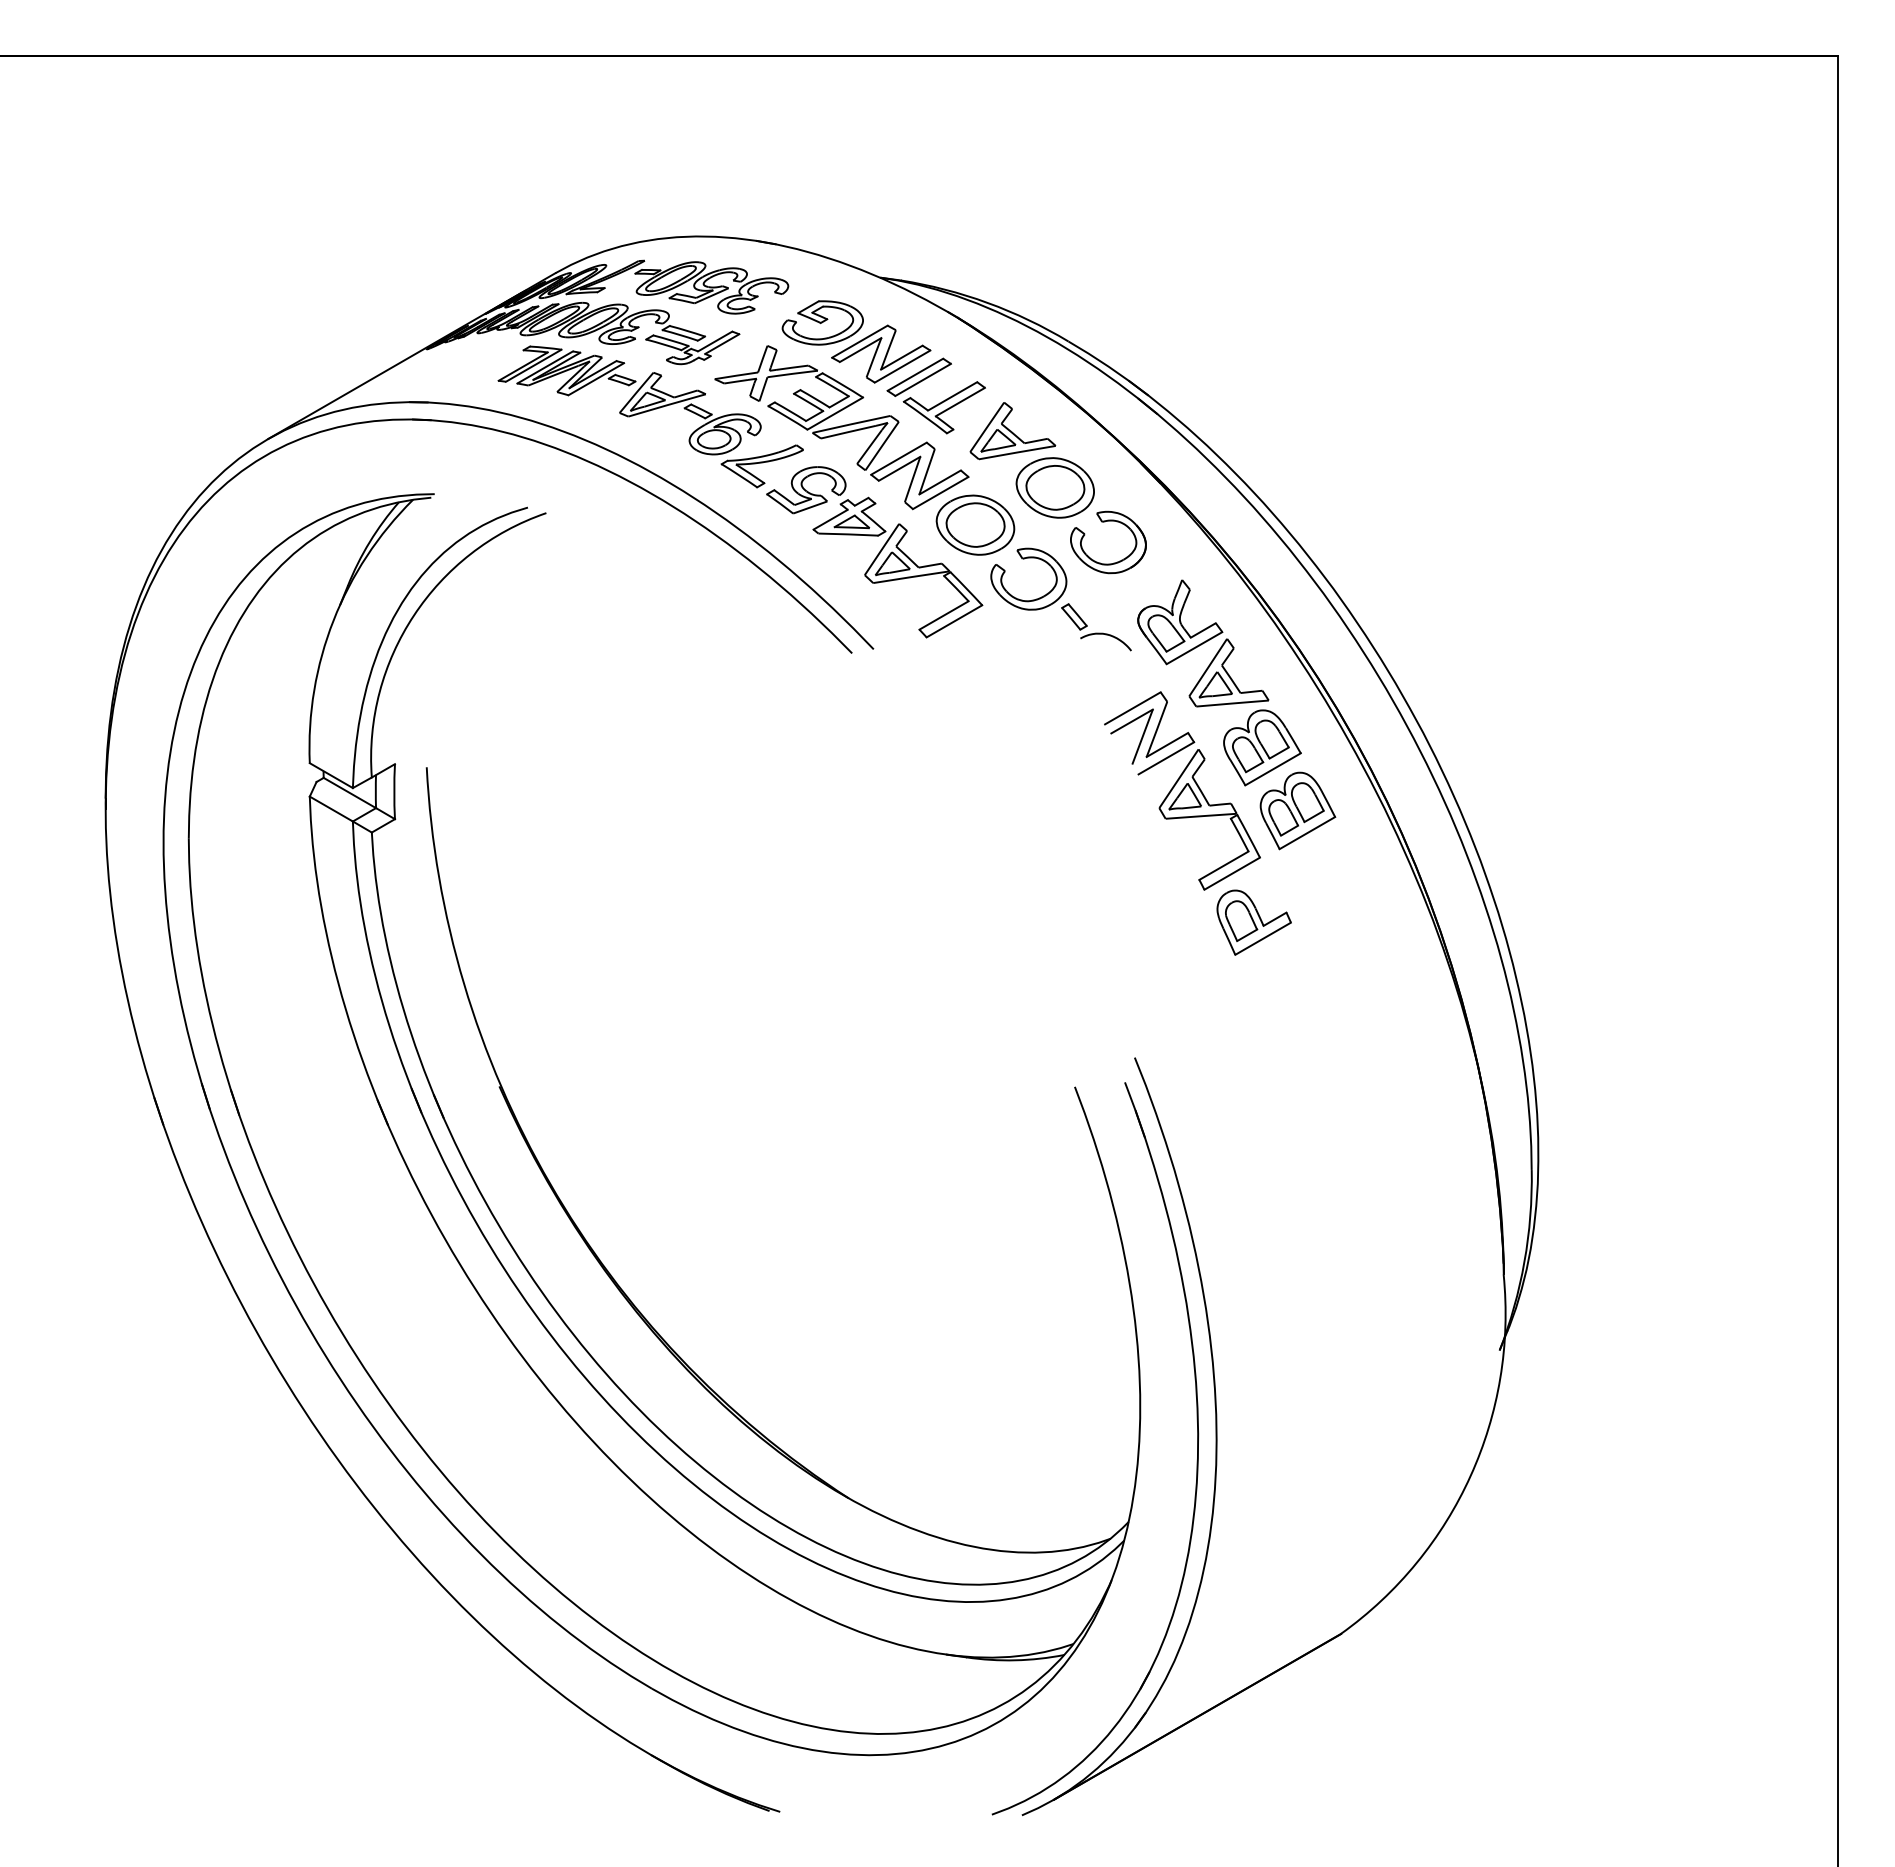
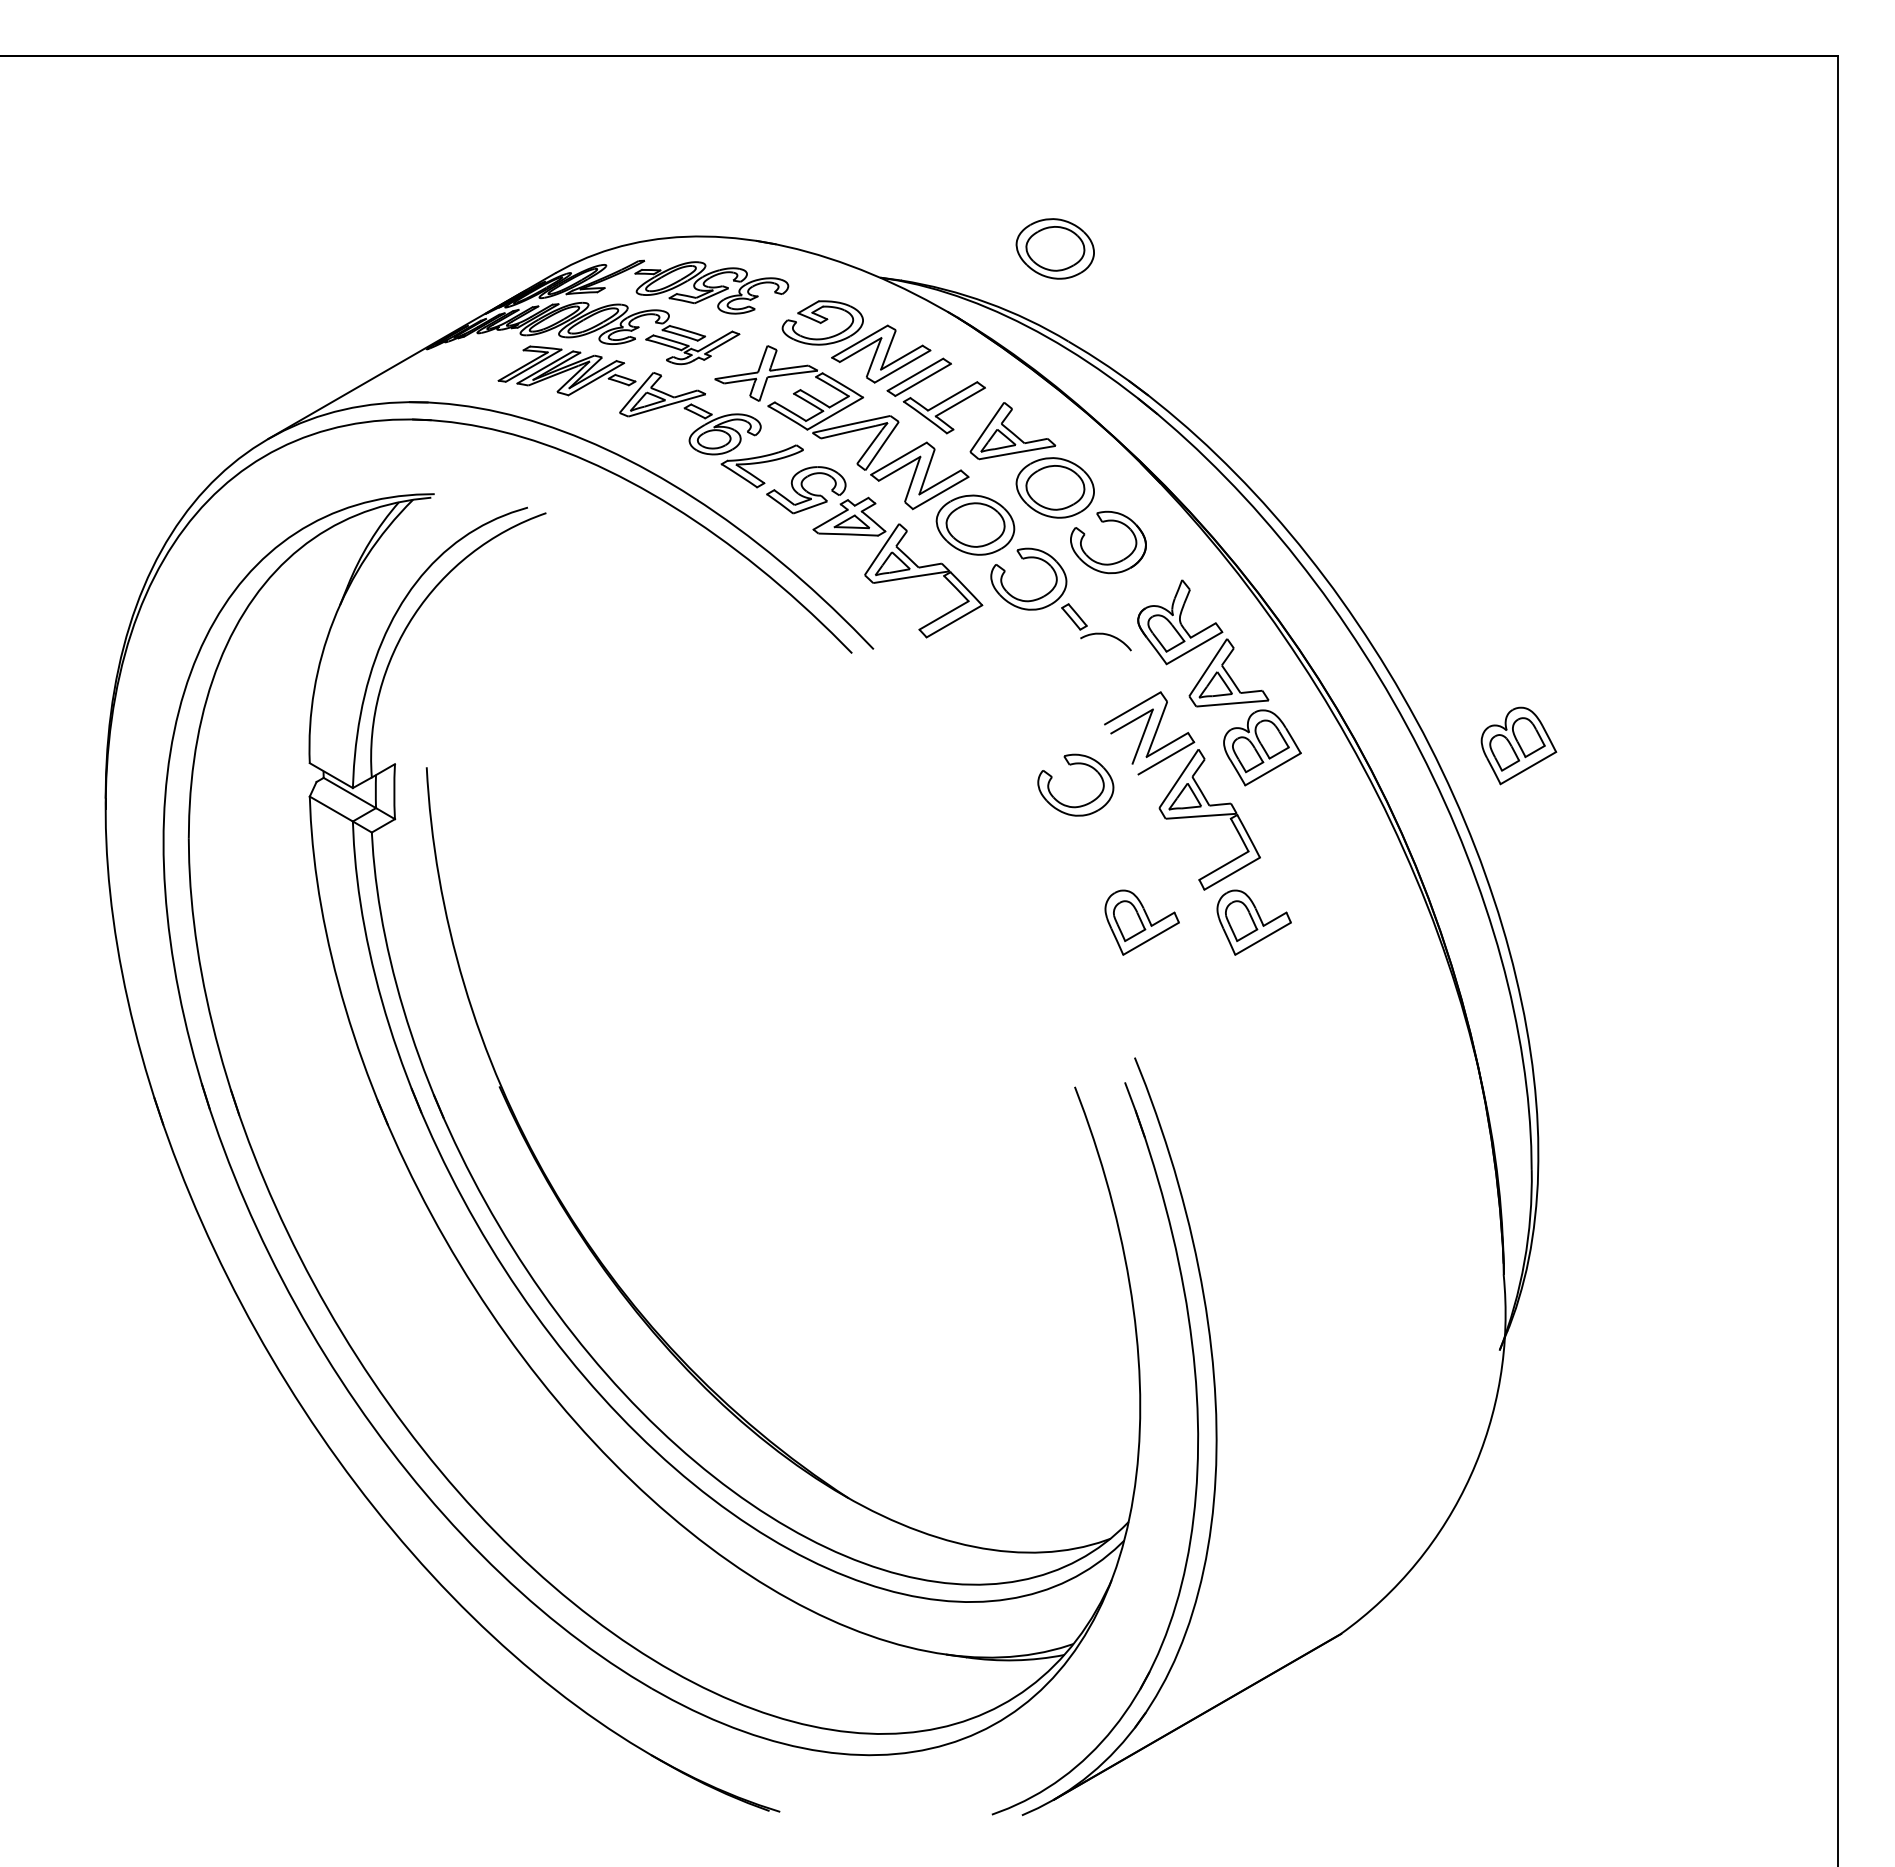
part at (1054, 248): none -> present
part at (1071, 765): none -> present
part at (1297, 810) position: (1297, 810) -> (1518, 745)
part at (1141, 922): none -> present
